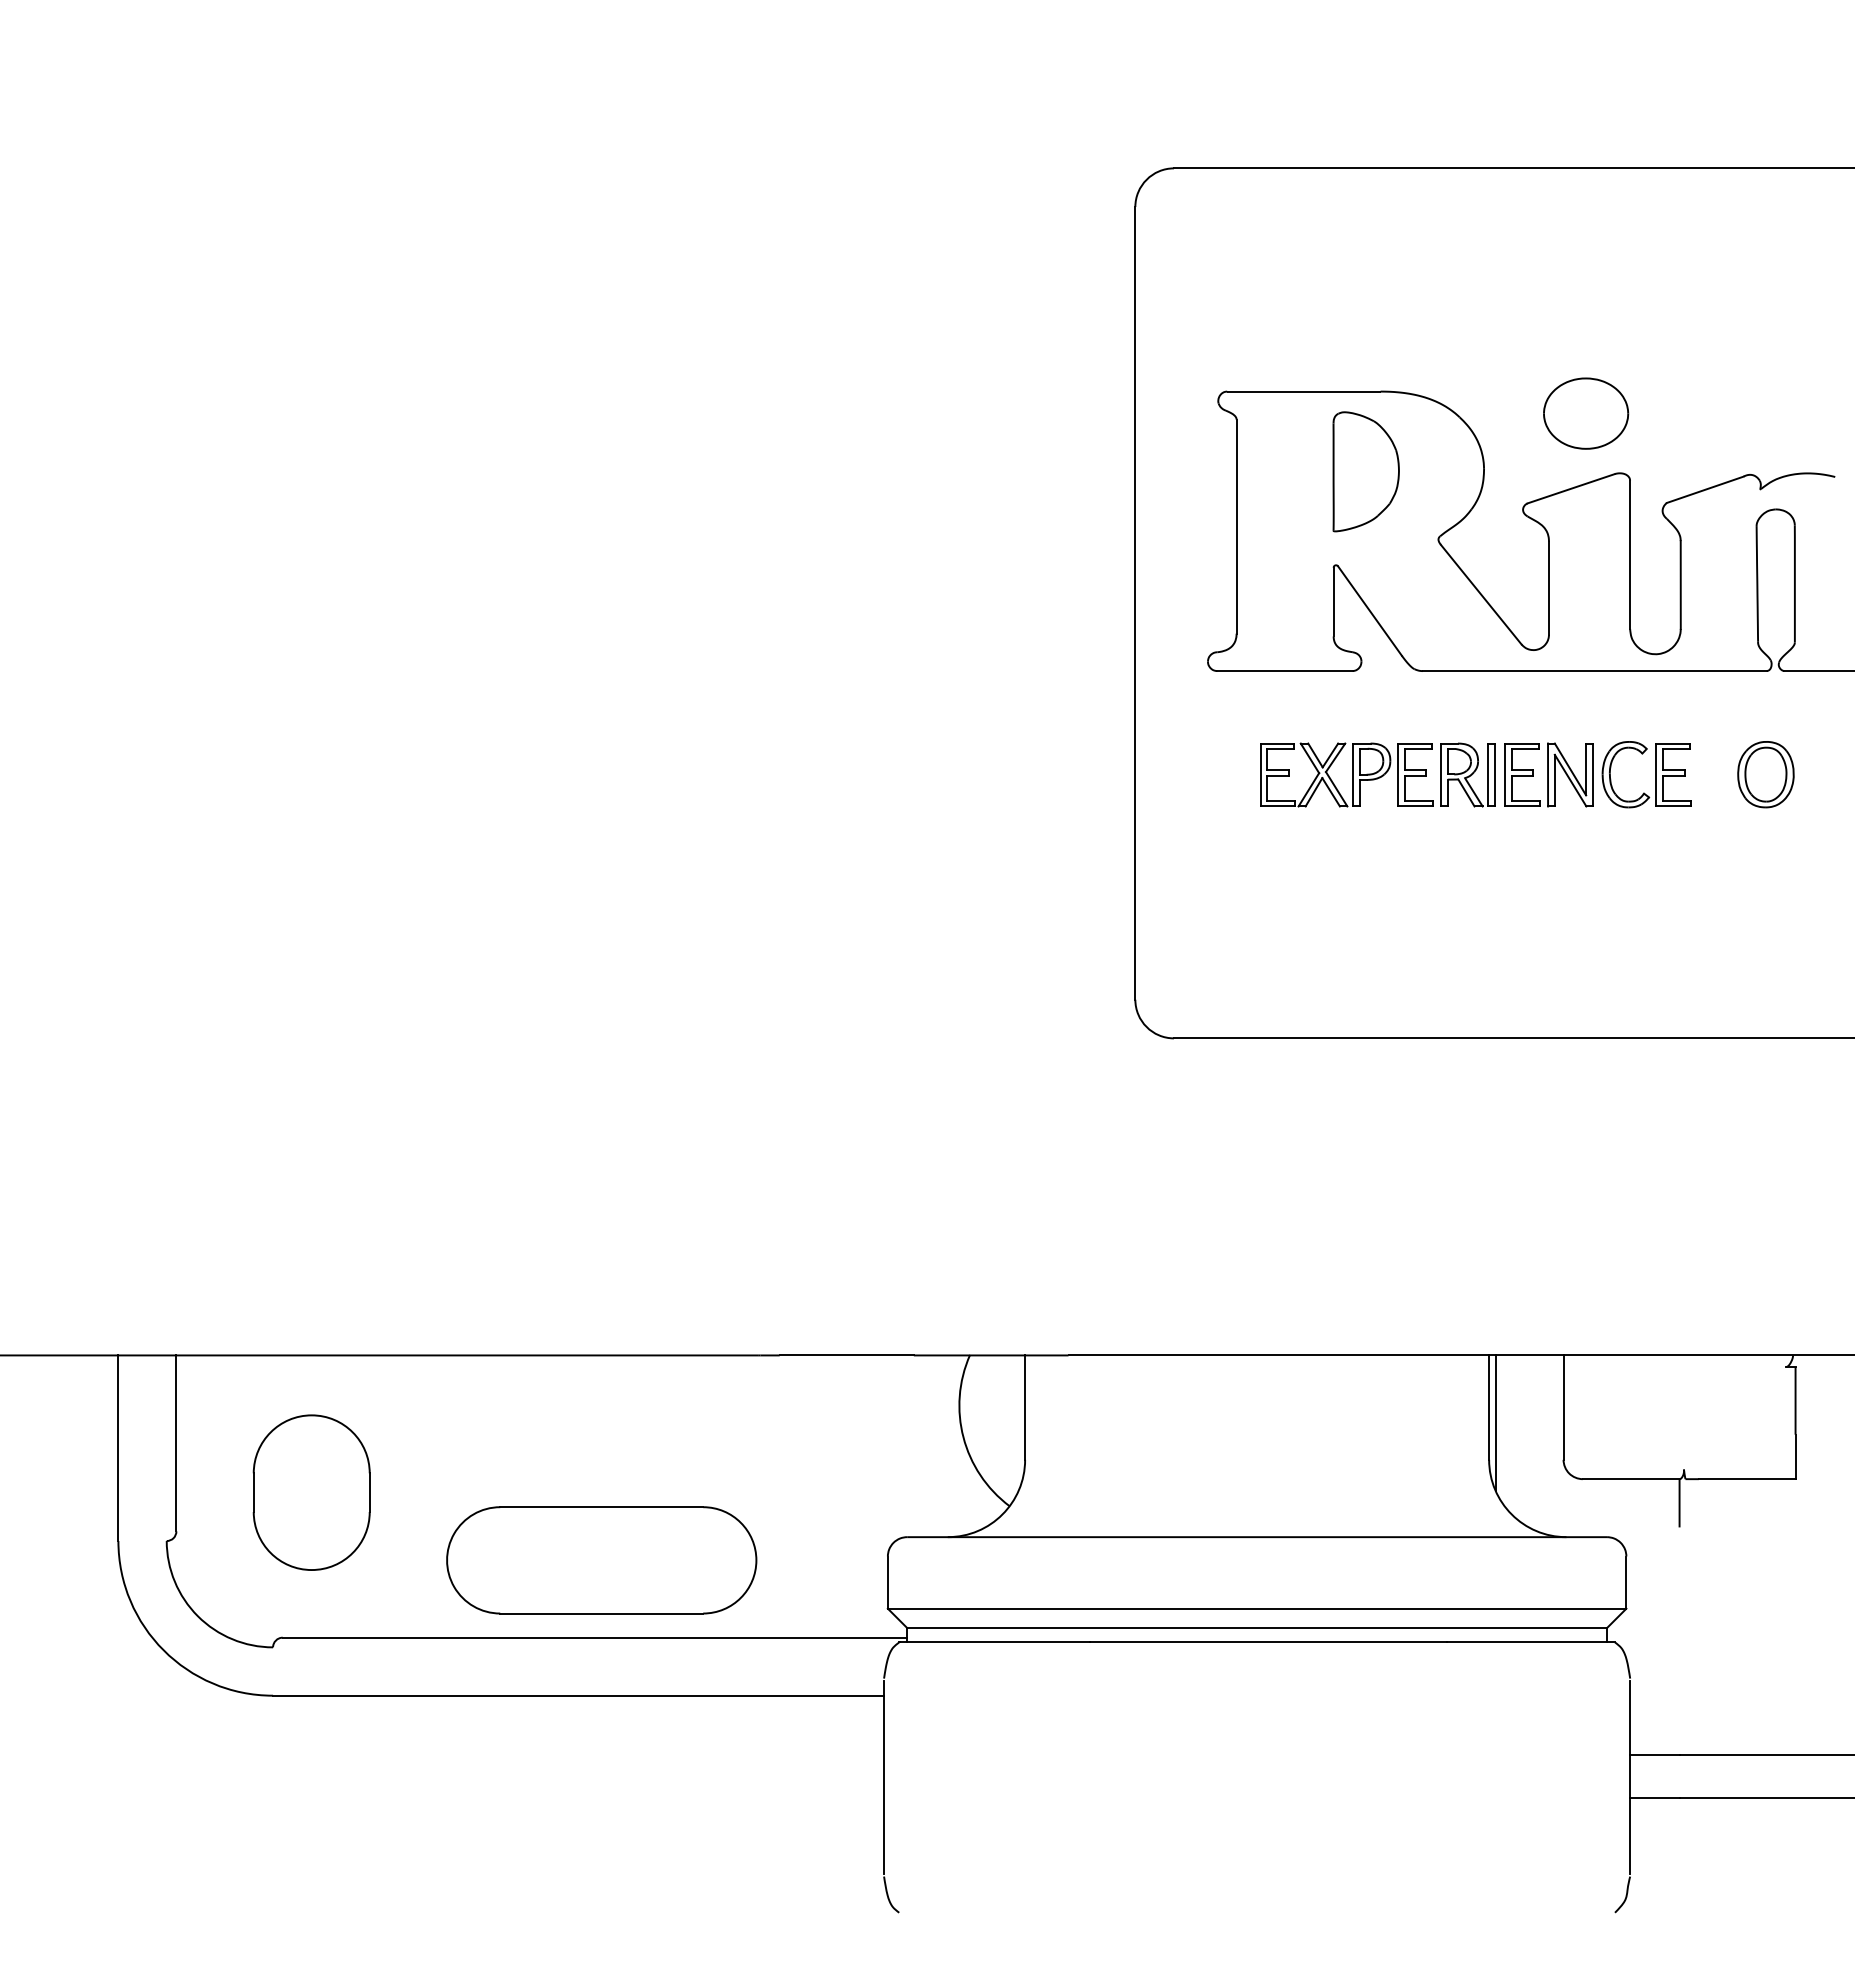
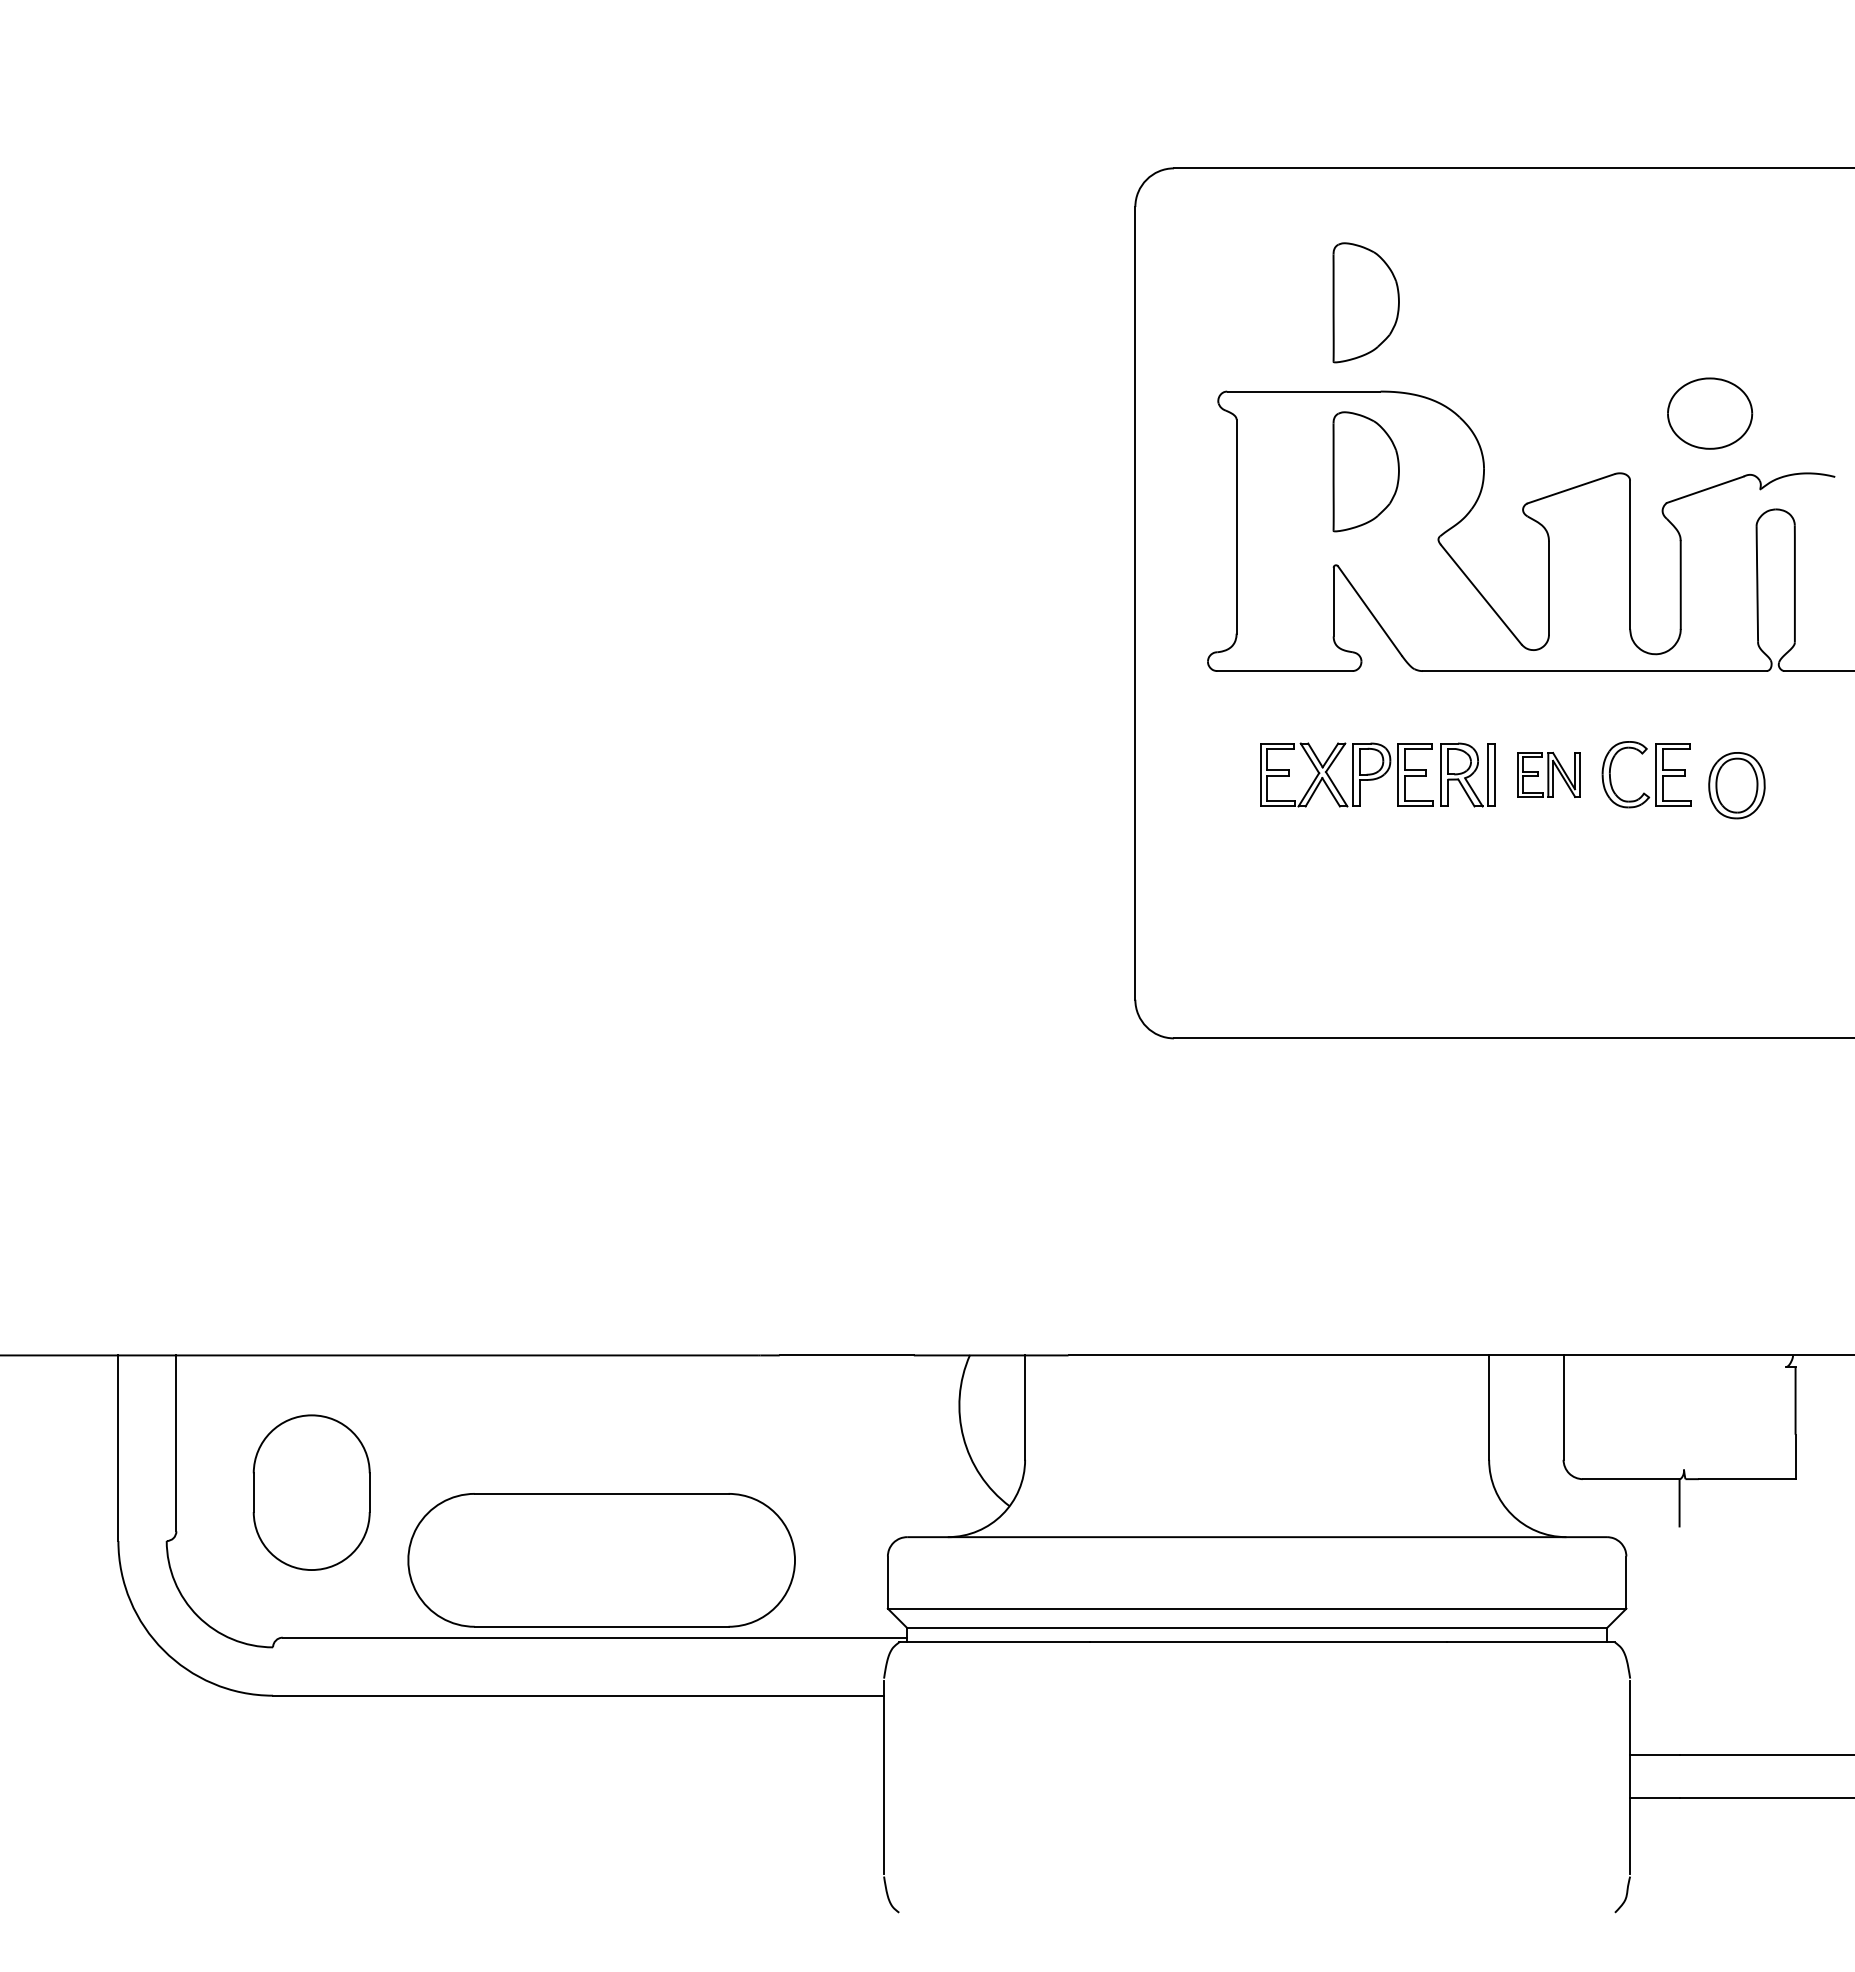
part at (1365, 302): none -> present
part at (1586, 413) position: (1586, 413) -> (1710, 413)
part at (1548, 774) size: 90x66 px -> 64x46 px
part at (1765, 774) position: (1765, 774) -> (1736, 785)
line at (1495, 1423): present -> none
part at (601, 1560) size: 312x109 px -> 389x135 px
